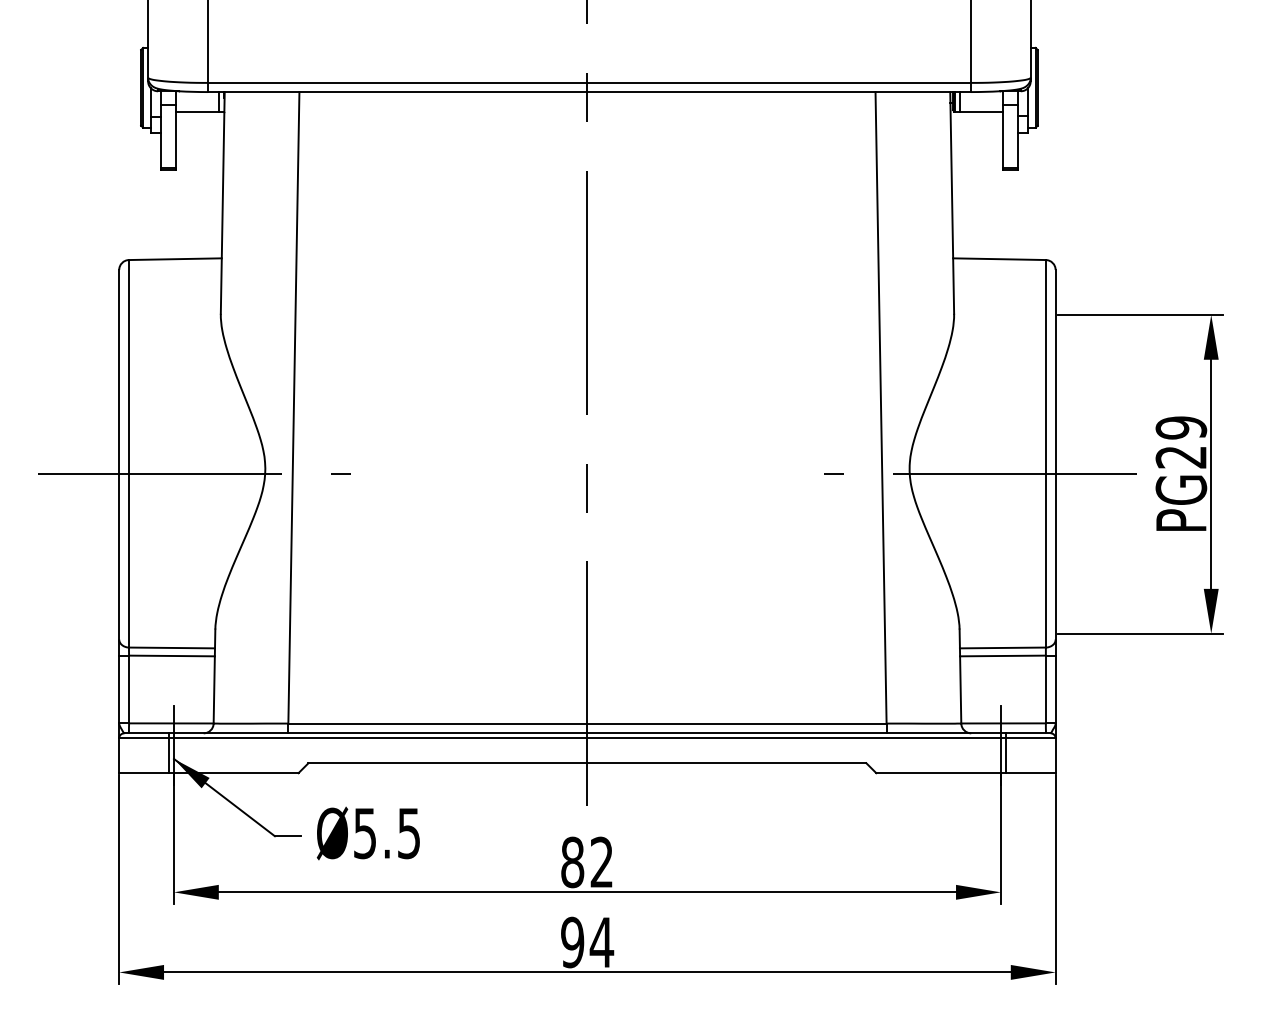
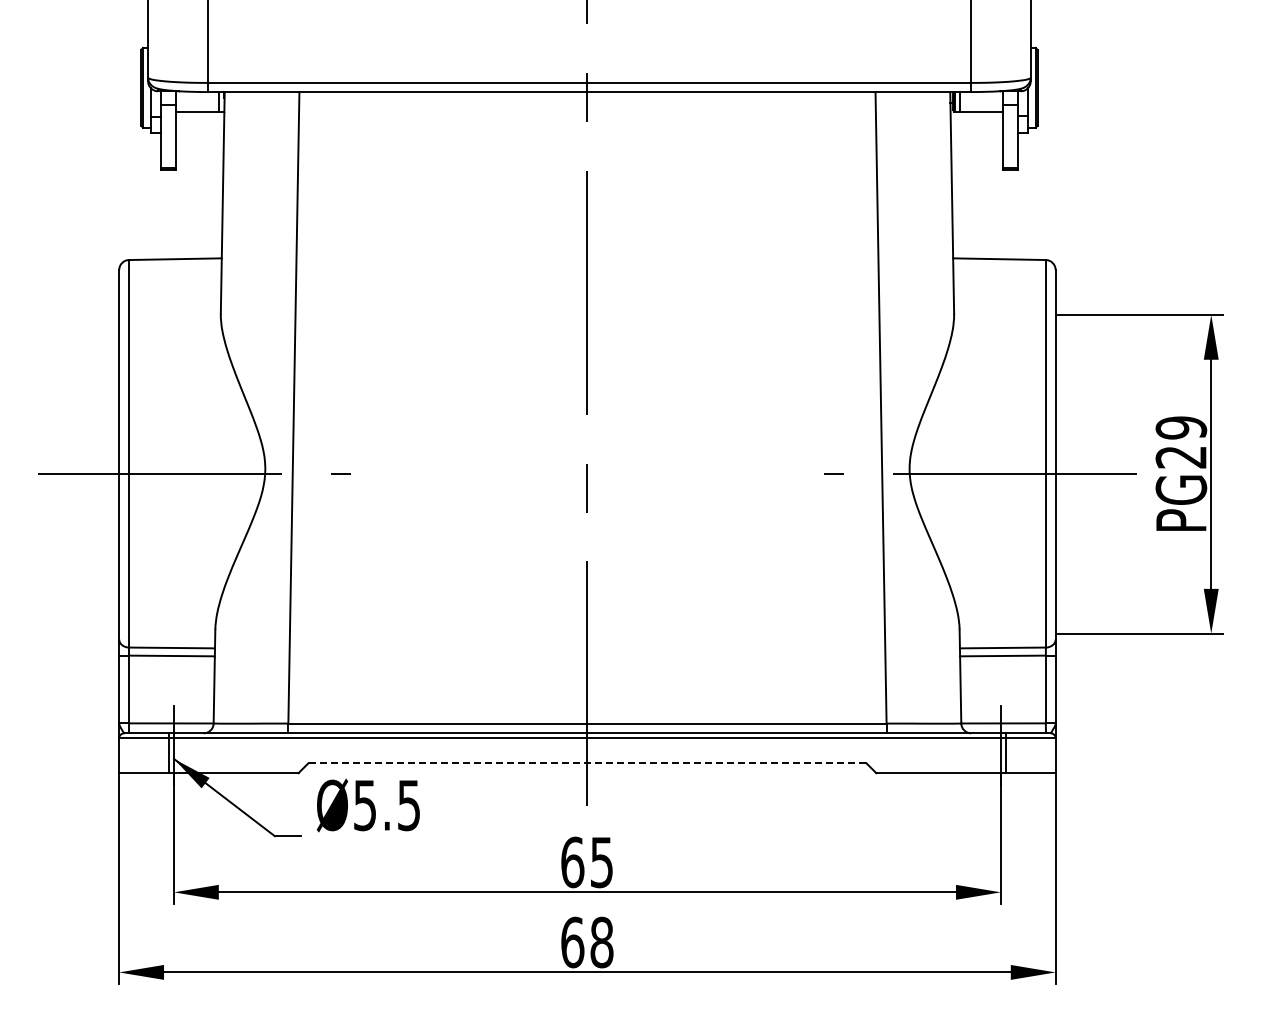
line at (587, 763): solid -> dashed
text at (367, 833) position: (367, 833) -> (367, 805)
text at (586, 862): 82 -> 65
text at (587, 942): 94 -> 68
